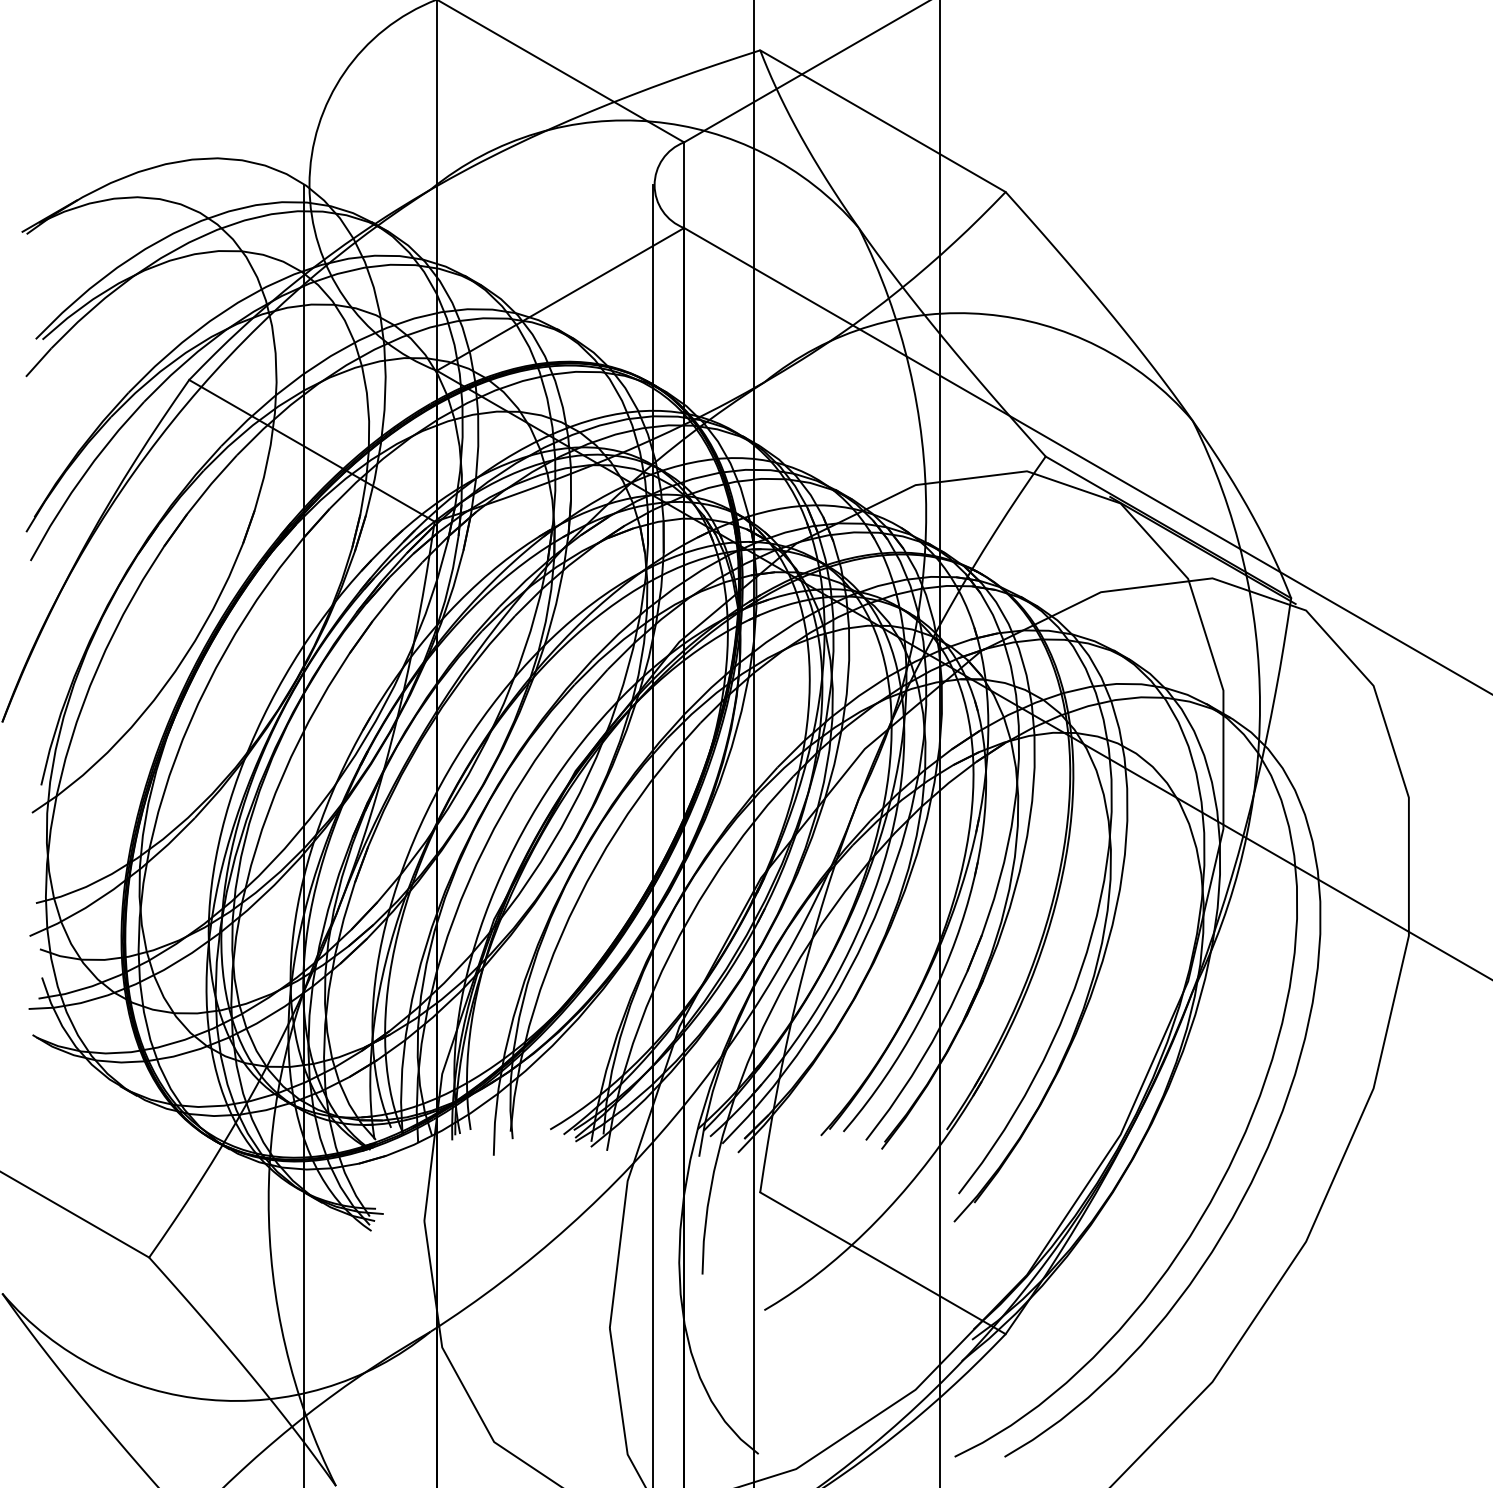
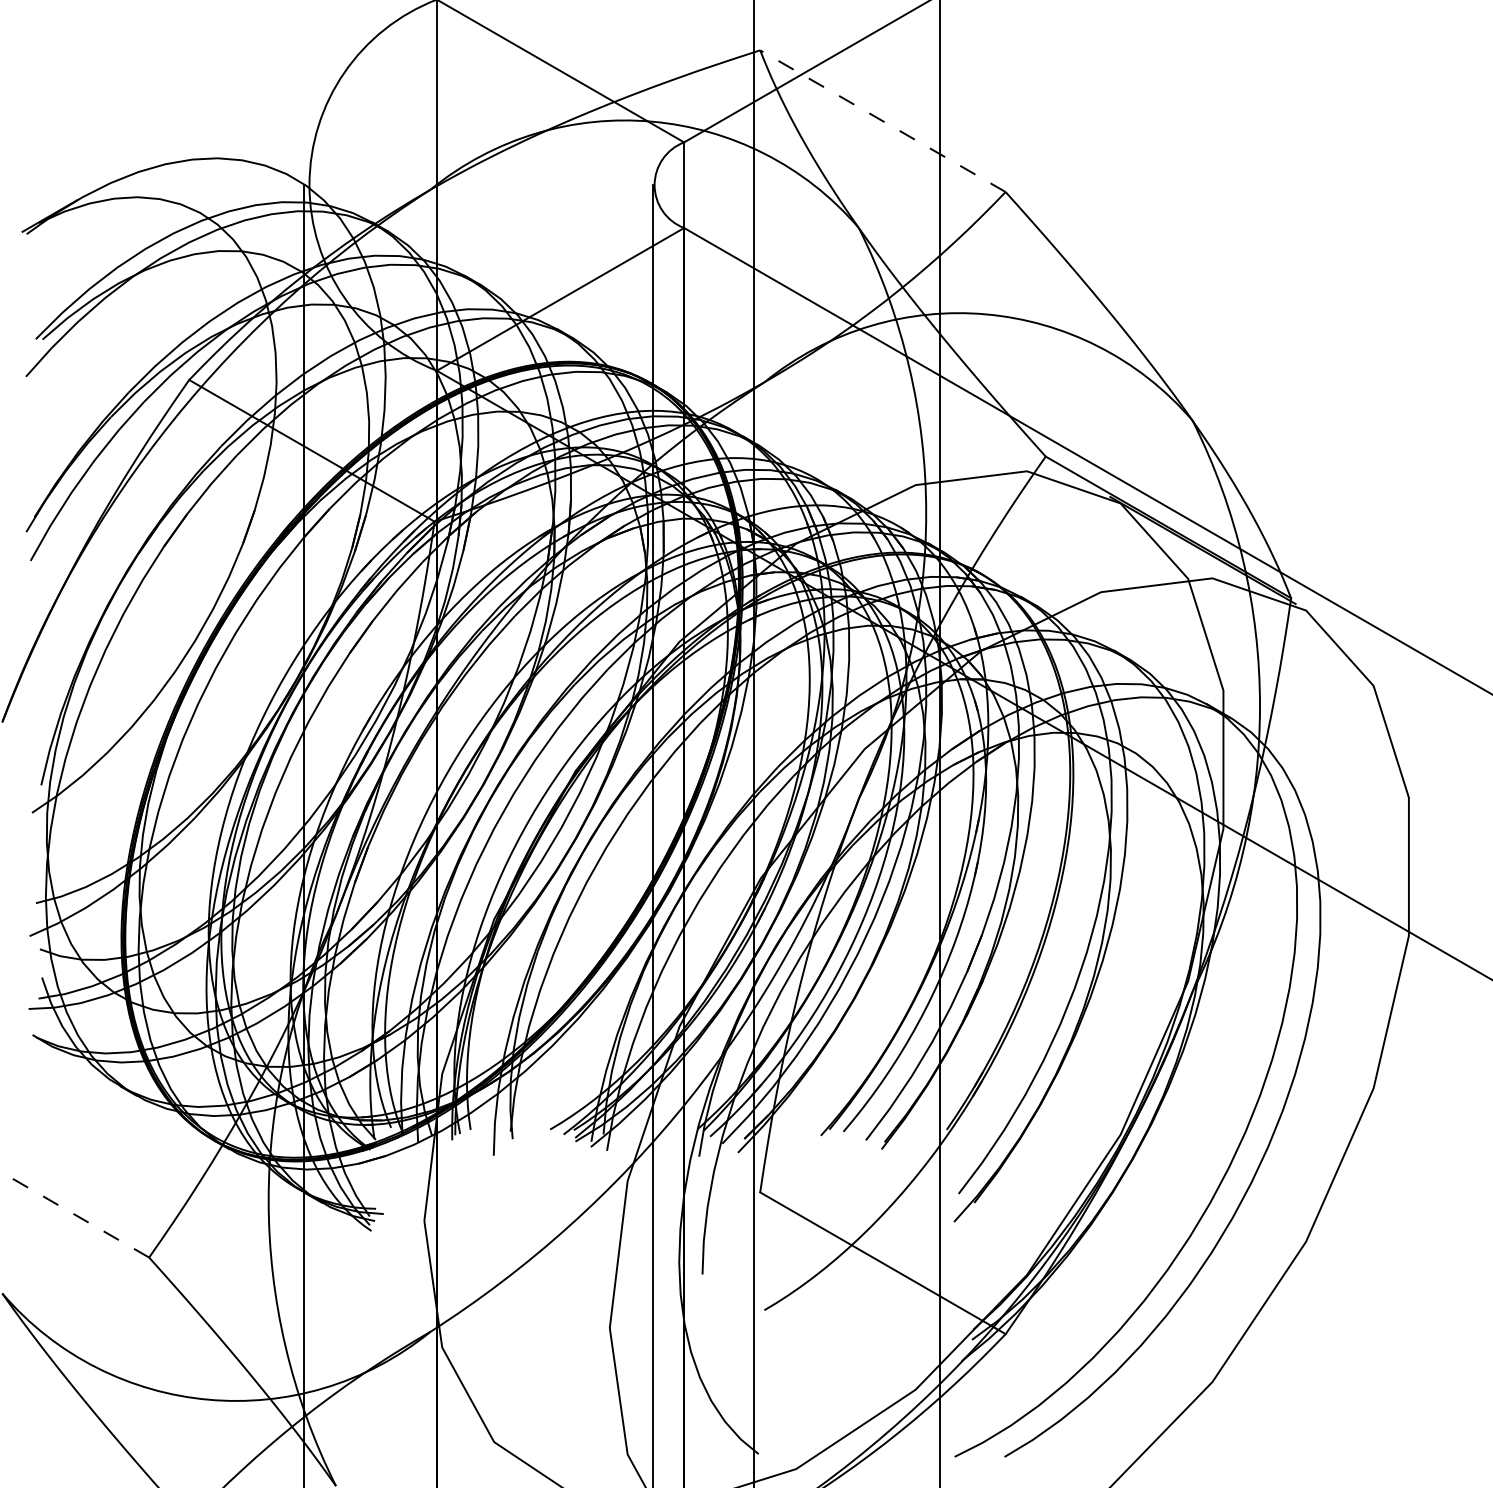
line at (882, 121): solid -> dashed
line at (74, 1214): solid -> dashed
